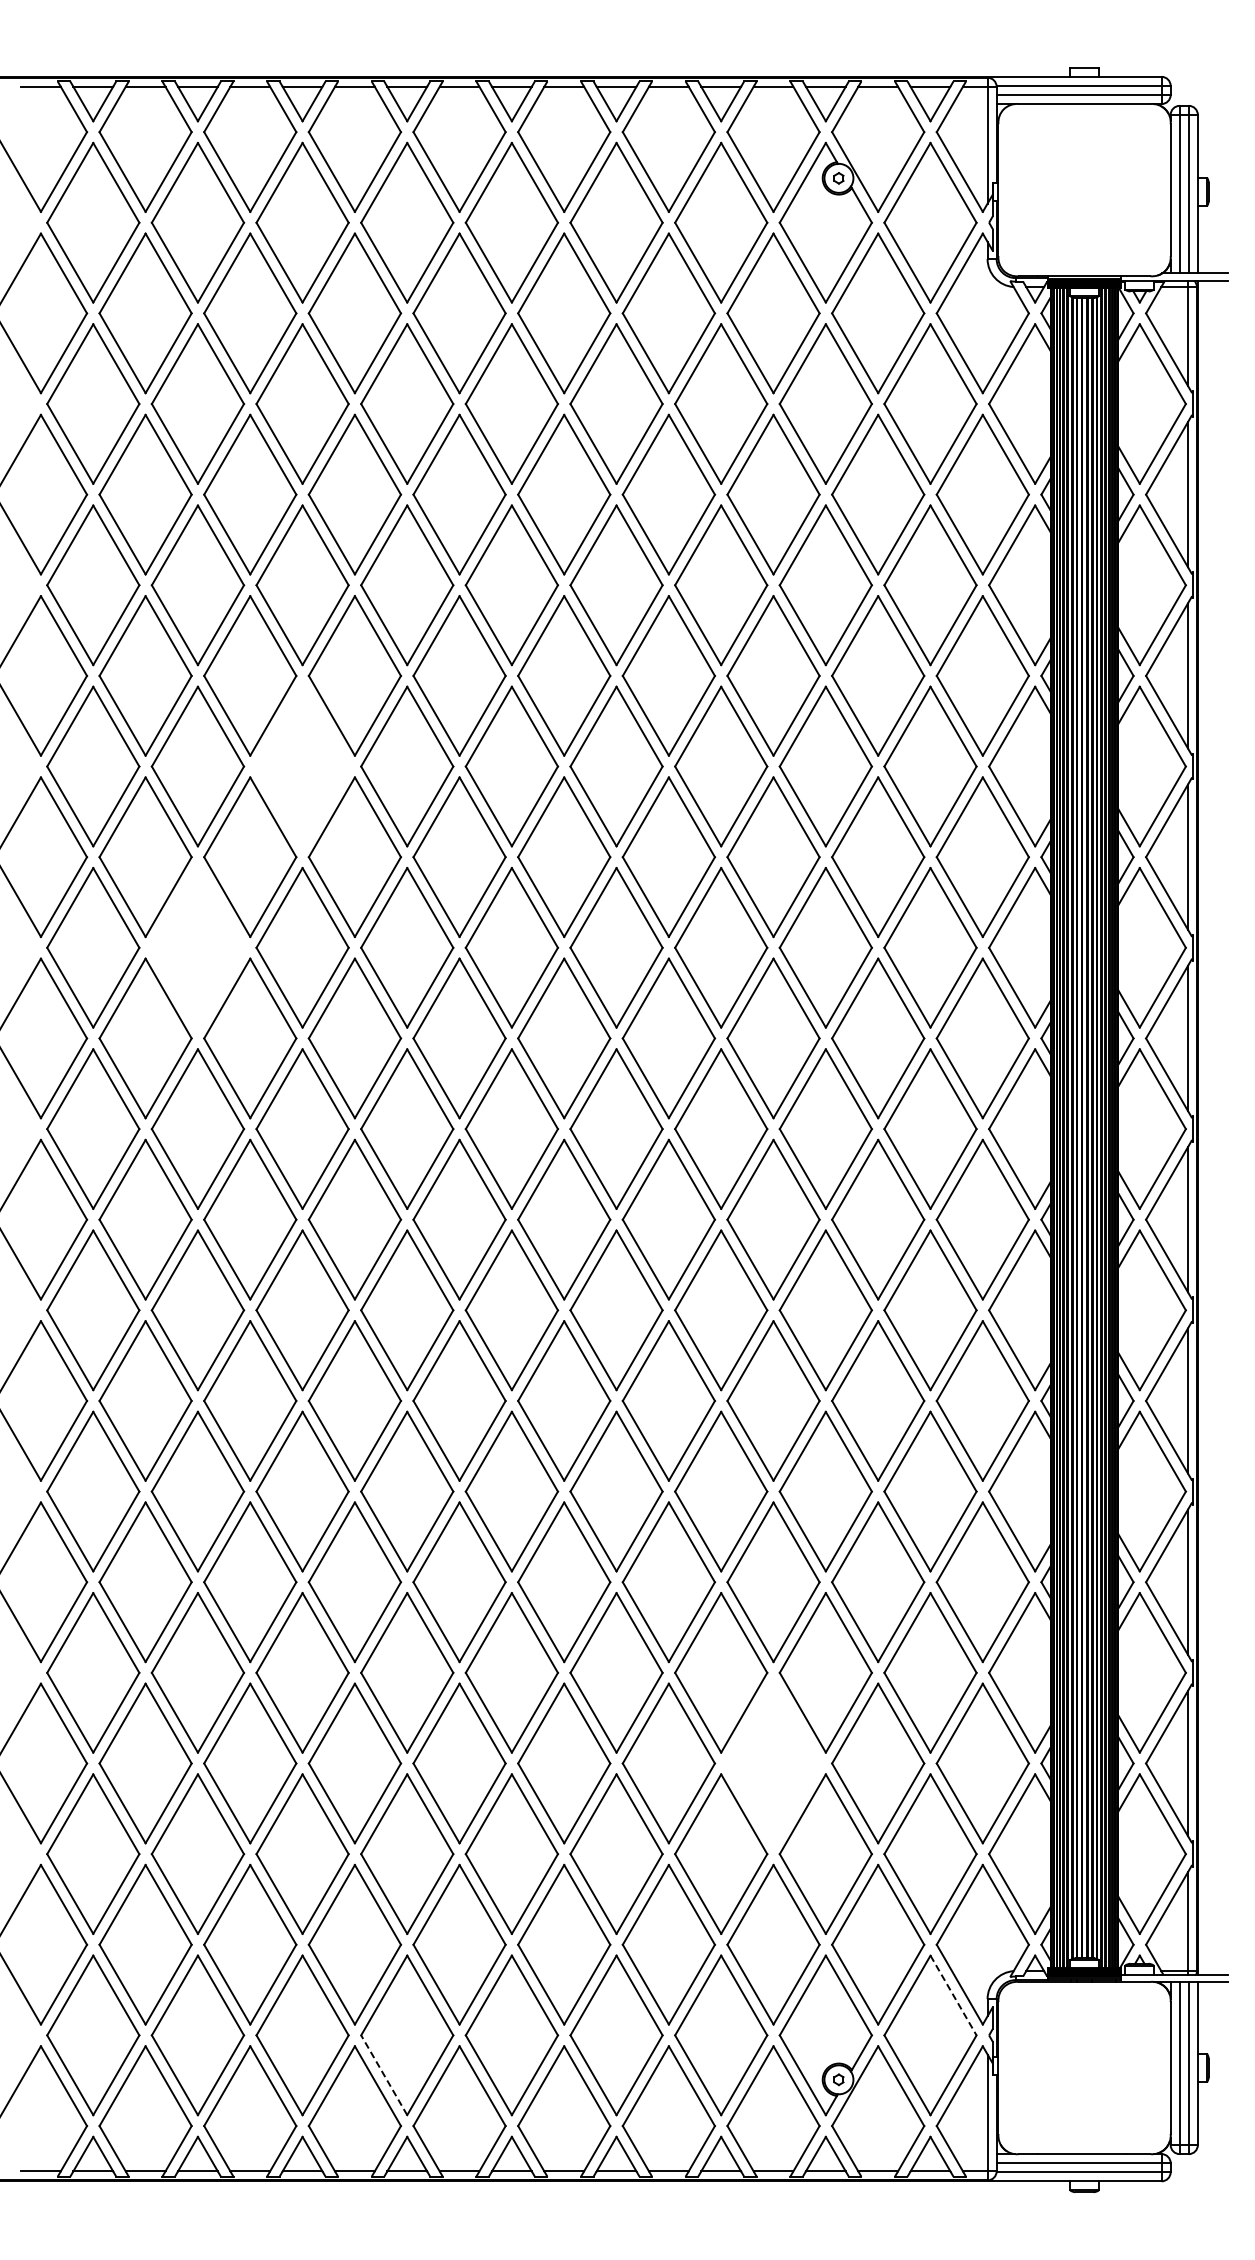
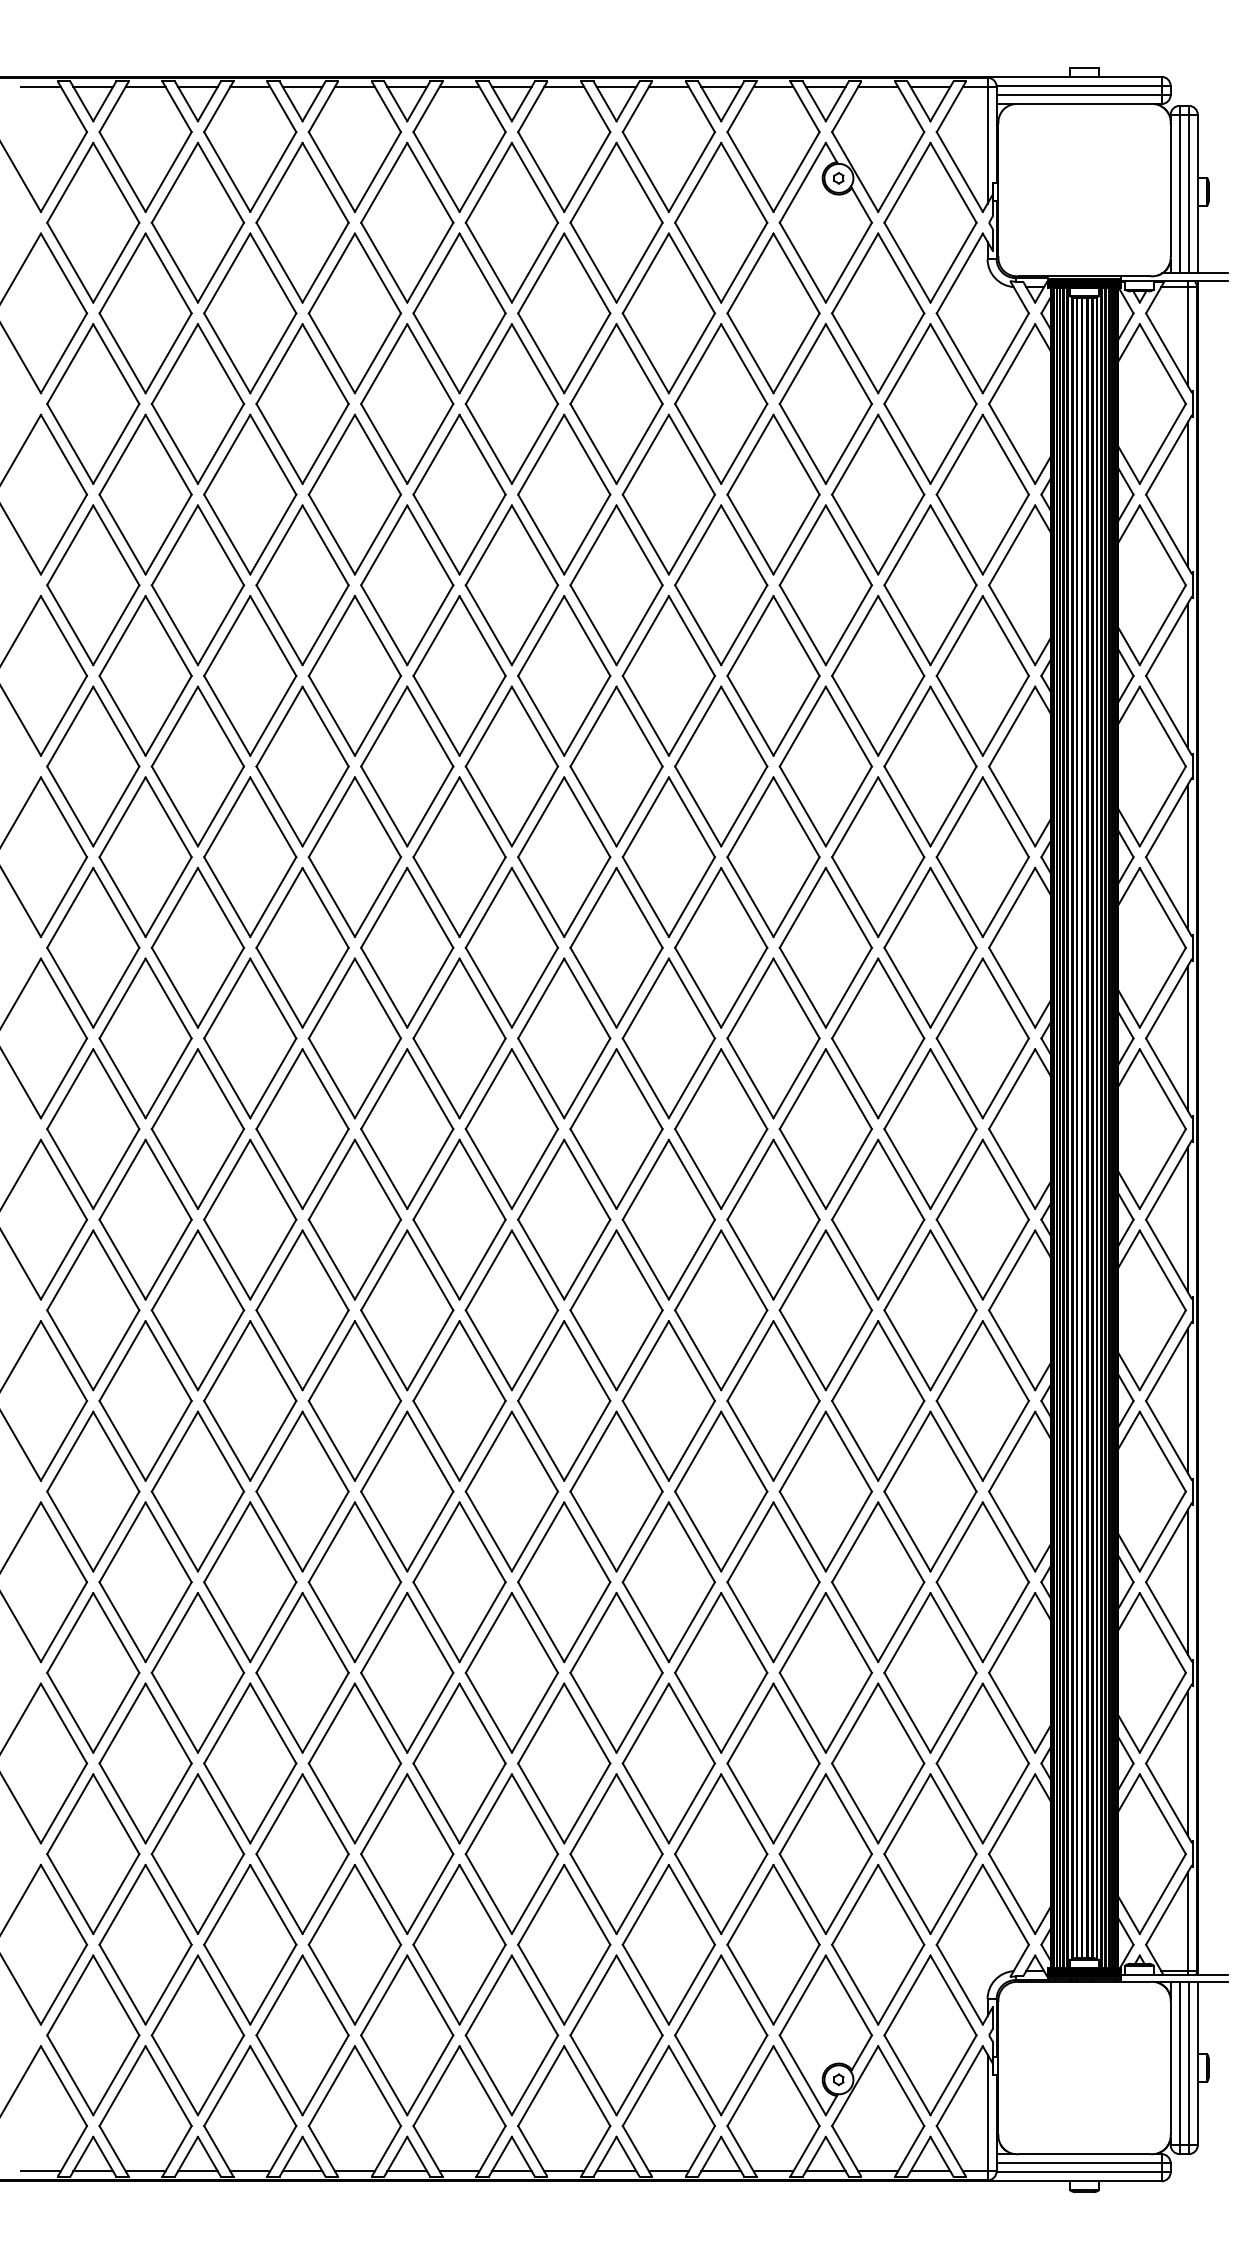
part at (302, 766): none -> present
part at (197, 947): none -> present
part at (773, 1763): none -> present
line at (953, 1995): dashed -> solid
line at (383, 2074): dashed -> solid
